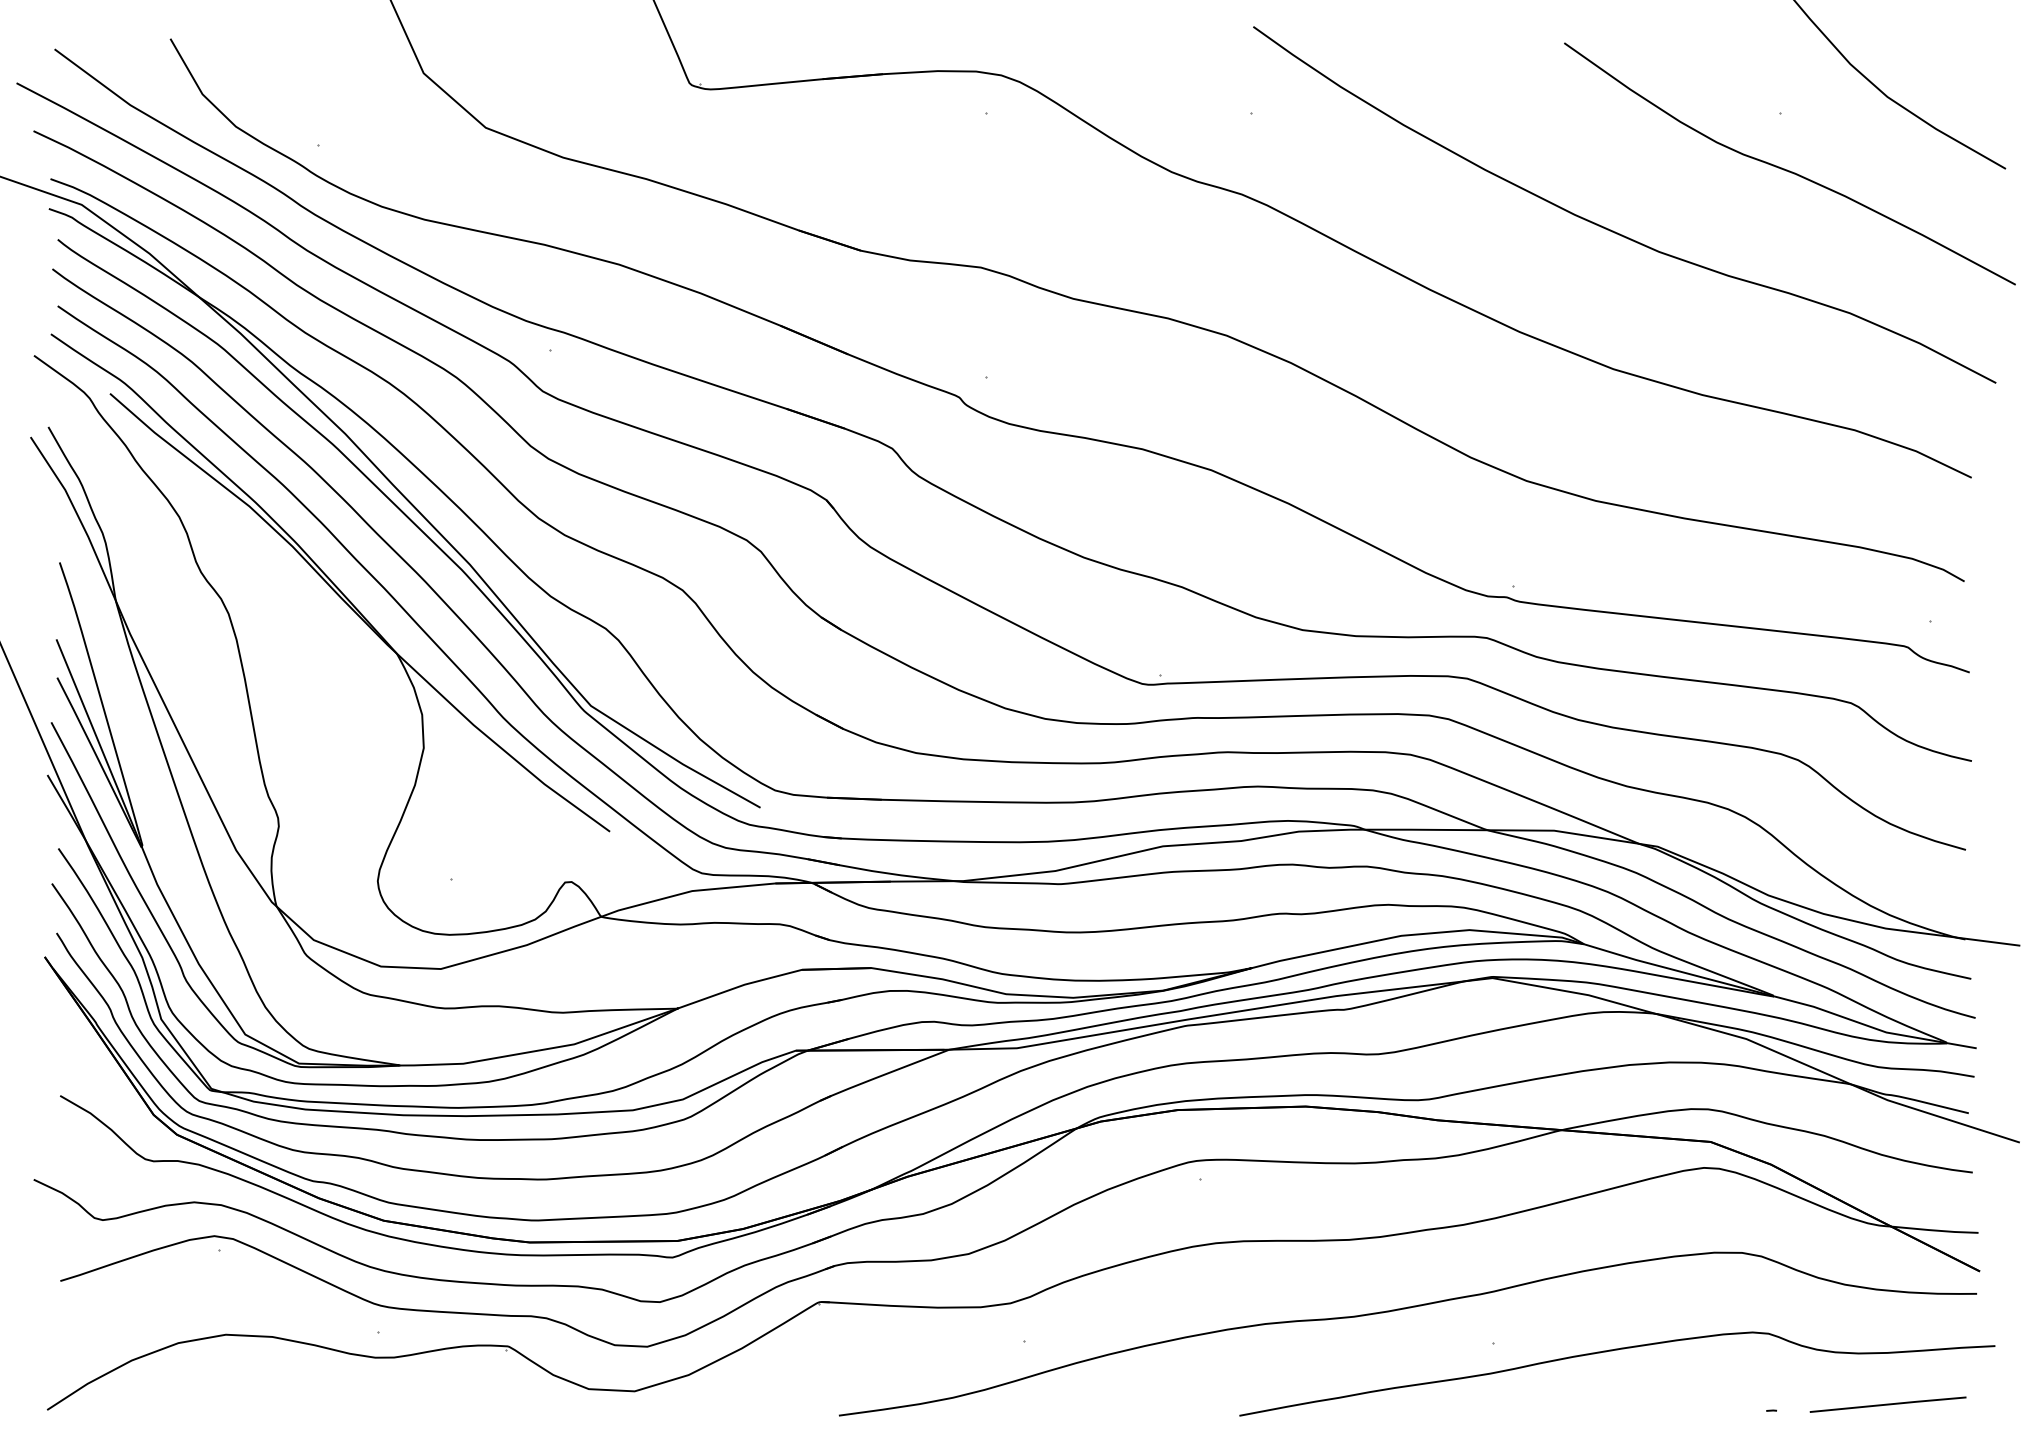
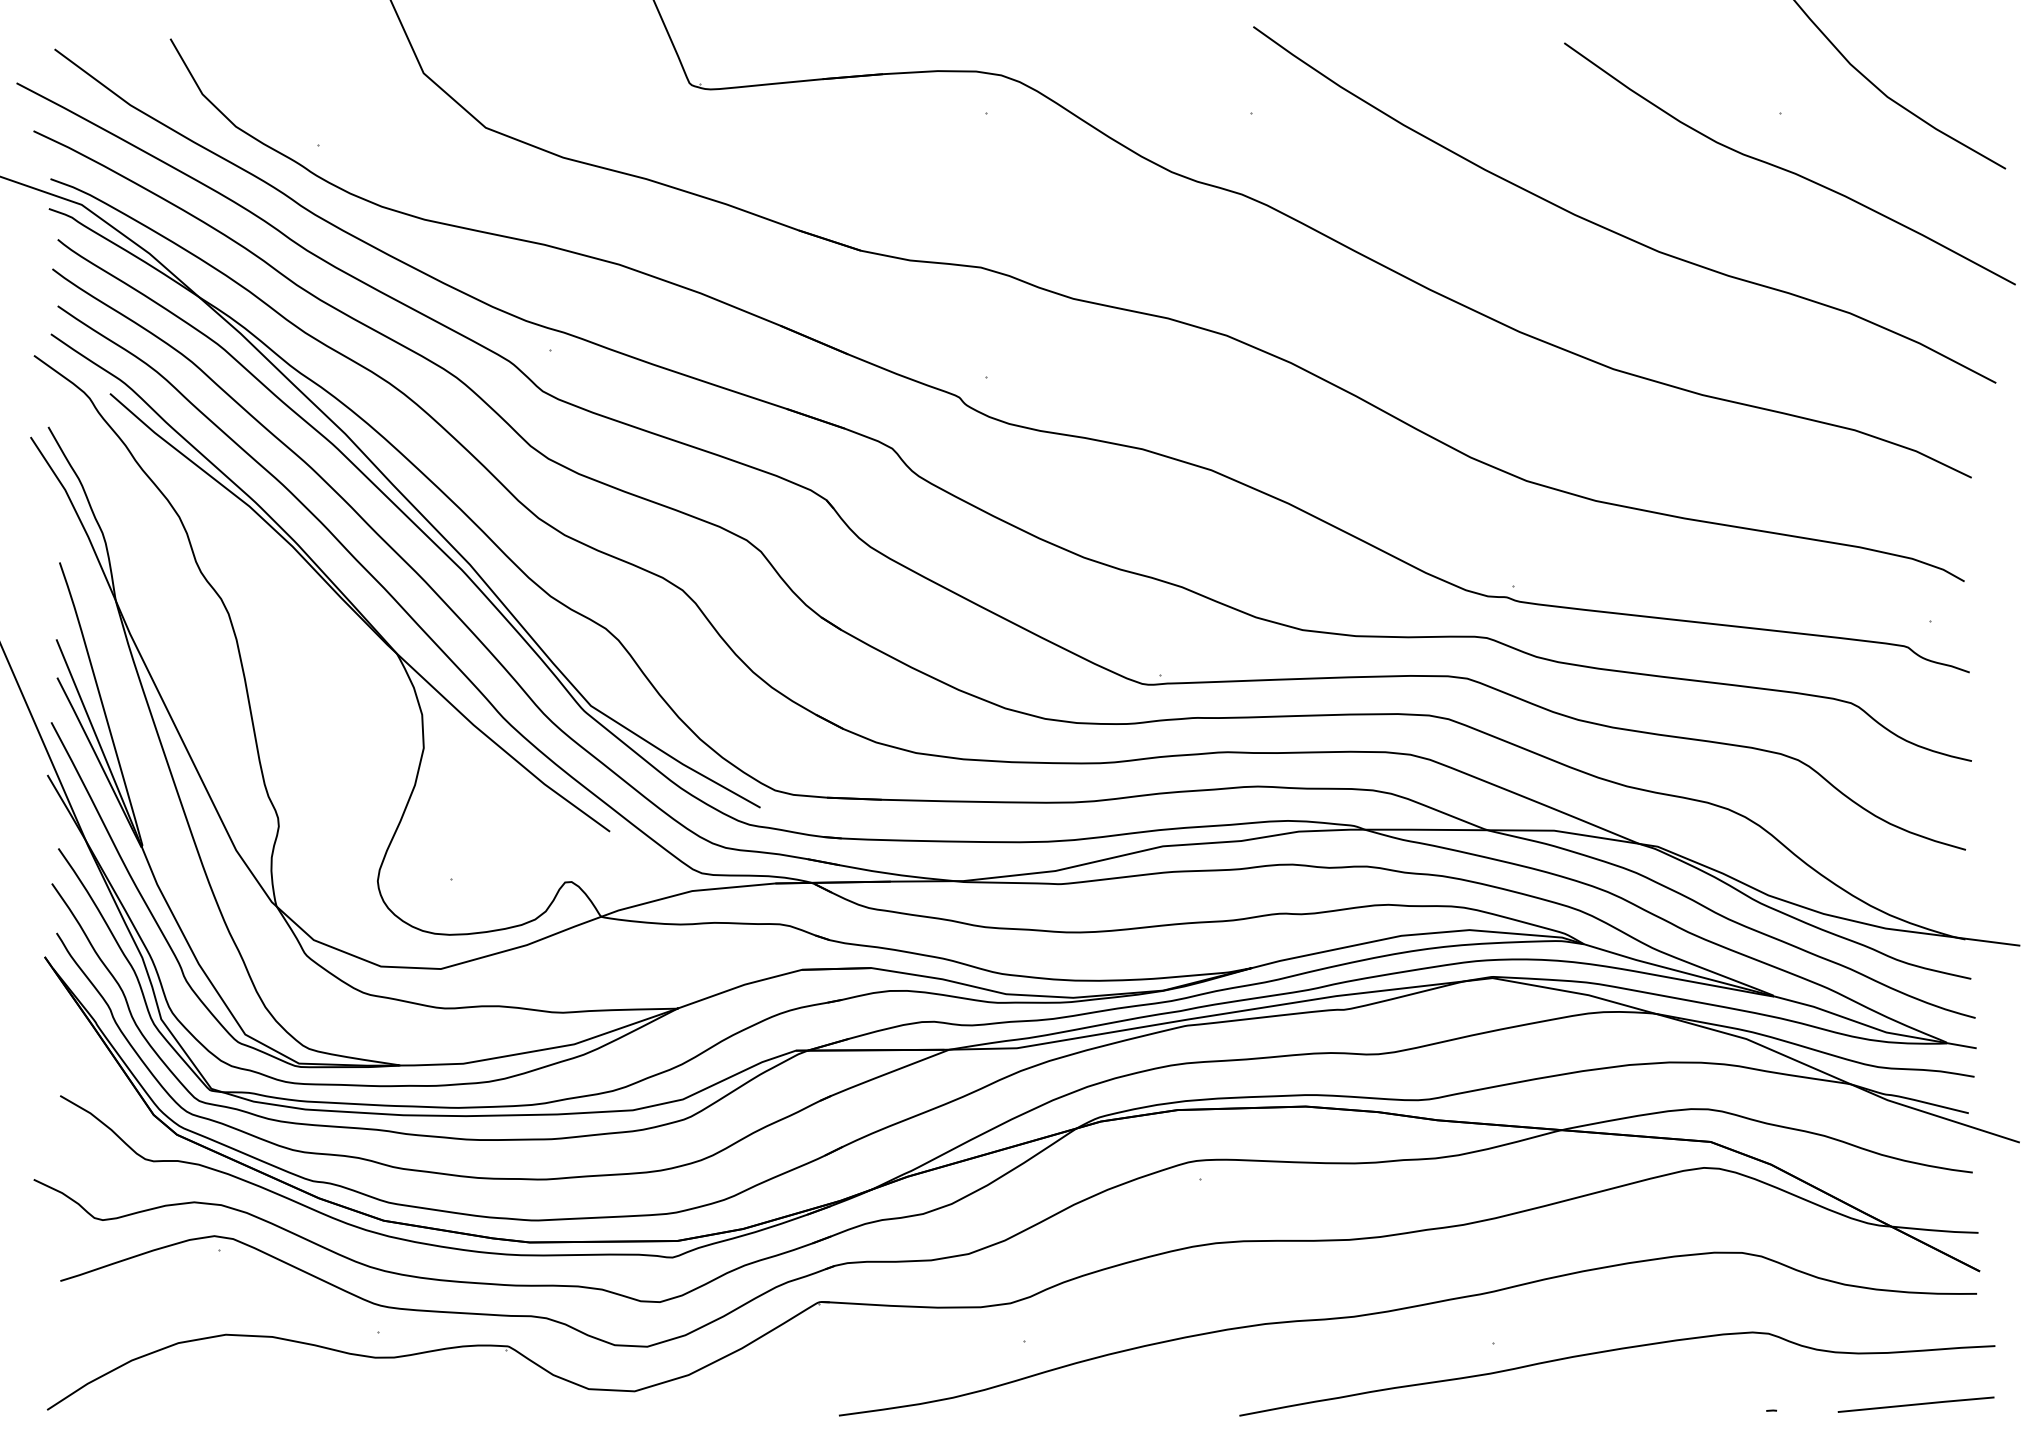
line at (1887, 1404) position: (1887, 1404) -> (1915, 1404)
